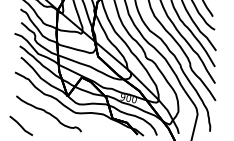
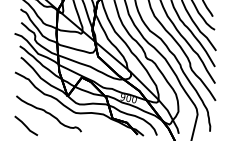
line at (21, 125) position: (21, 125) -> (26, 125)
